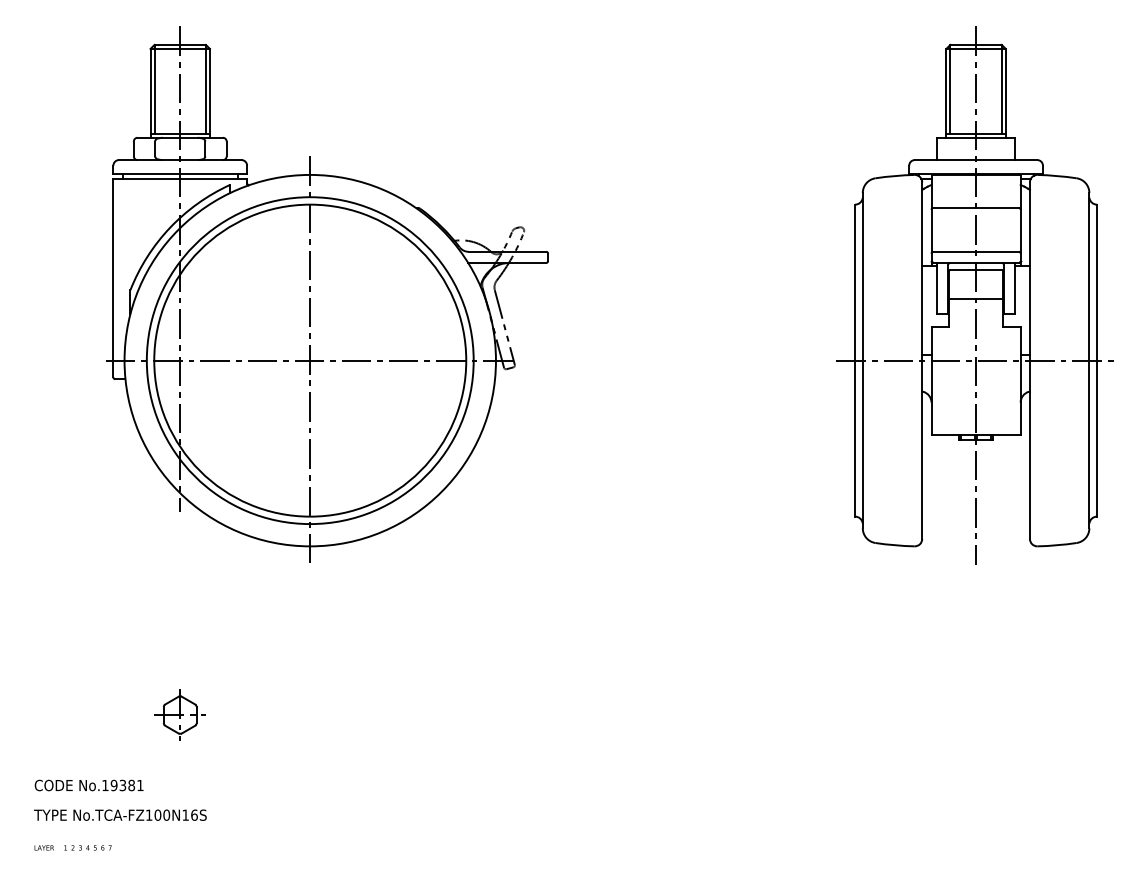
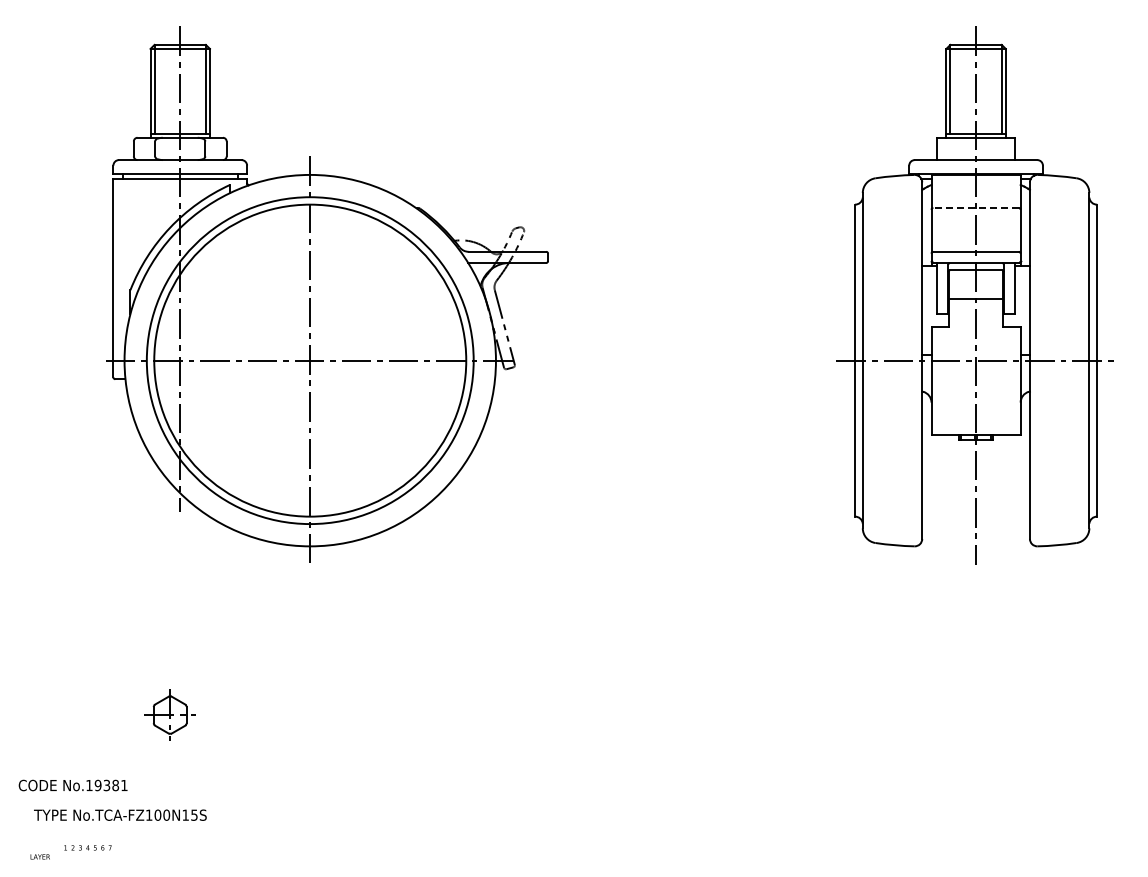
line at (976, 207): solid -> dashed
part at (179, 714) position: (179, 714) -> (169, 714)
text at (88, 785) position: (88, 785) -> (72, 785)
text at (194, 814): No.TCA-FZ100N16S -> No.TCA-FZ100N15S
text at (43, 847) position: (43, 847) -> (39, 856)
